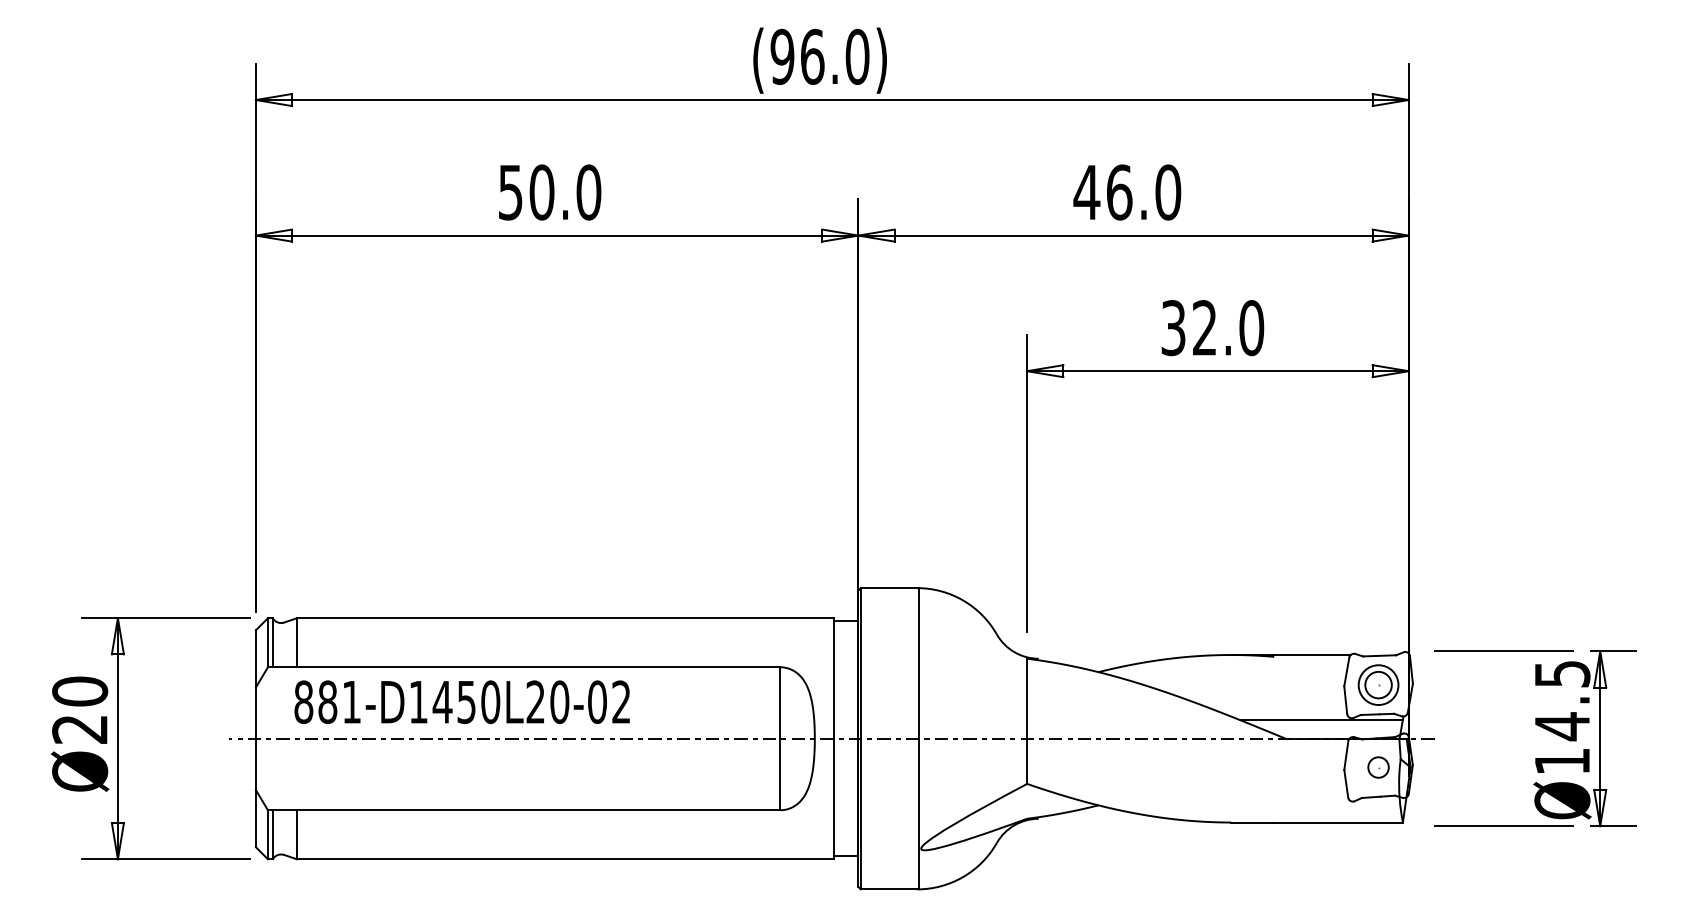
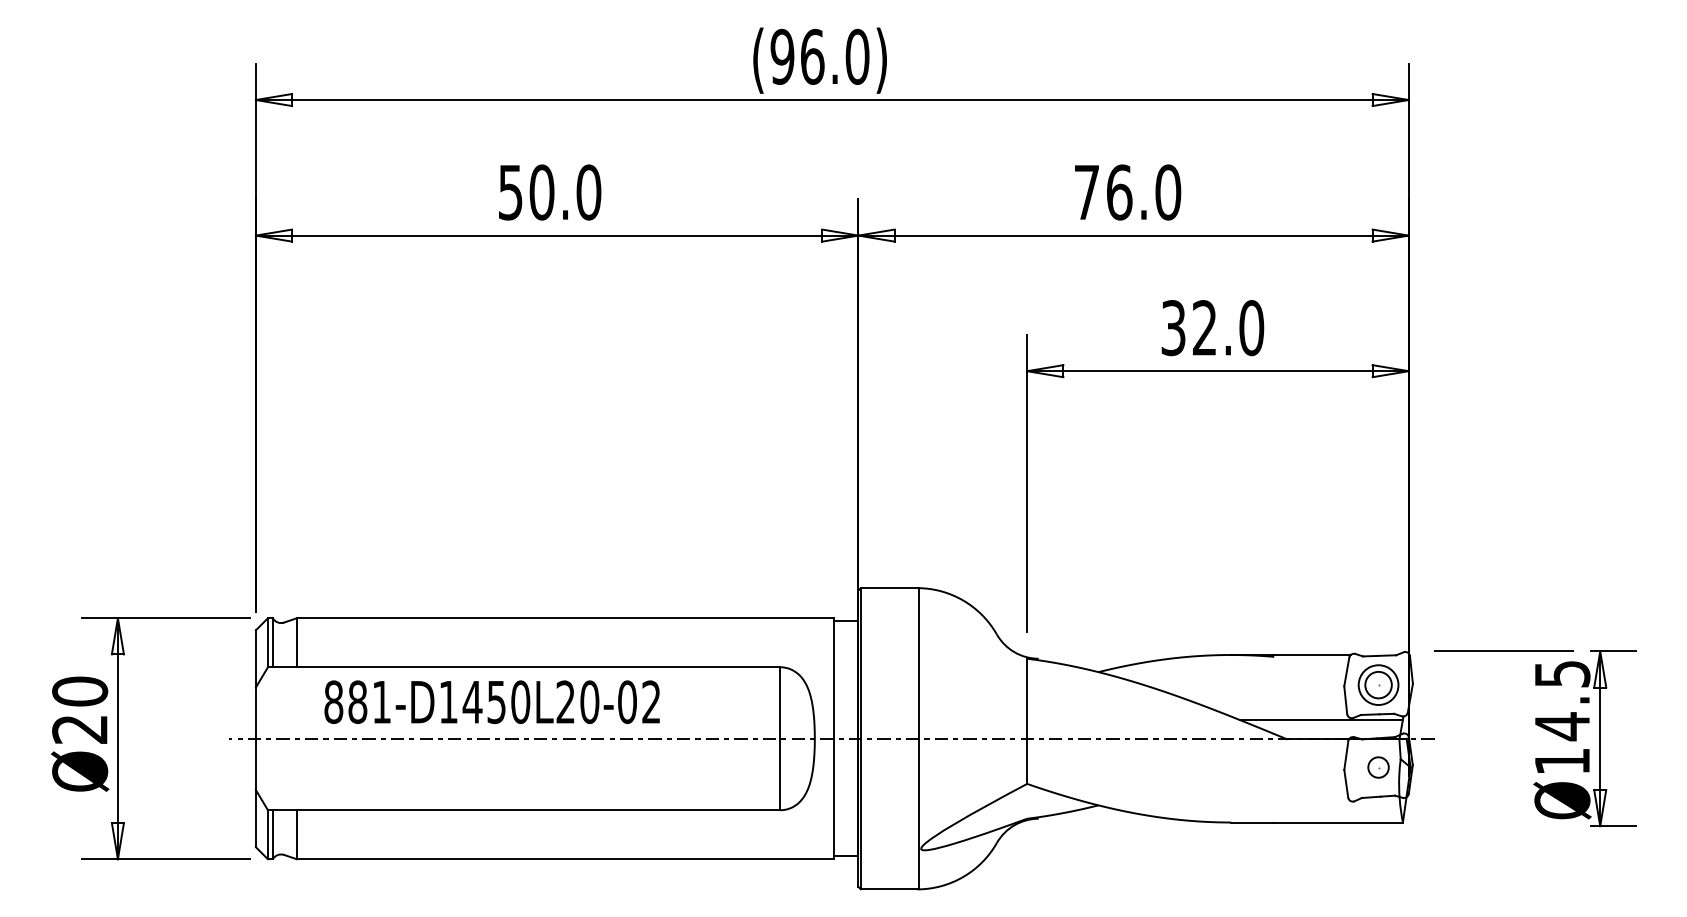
text at (1086, 192): 46.0 -> 76.0
text at (461, 701) position: (461, 701) -> (491, 701)
line at (1503, 826): present -> none
